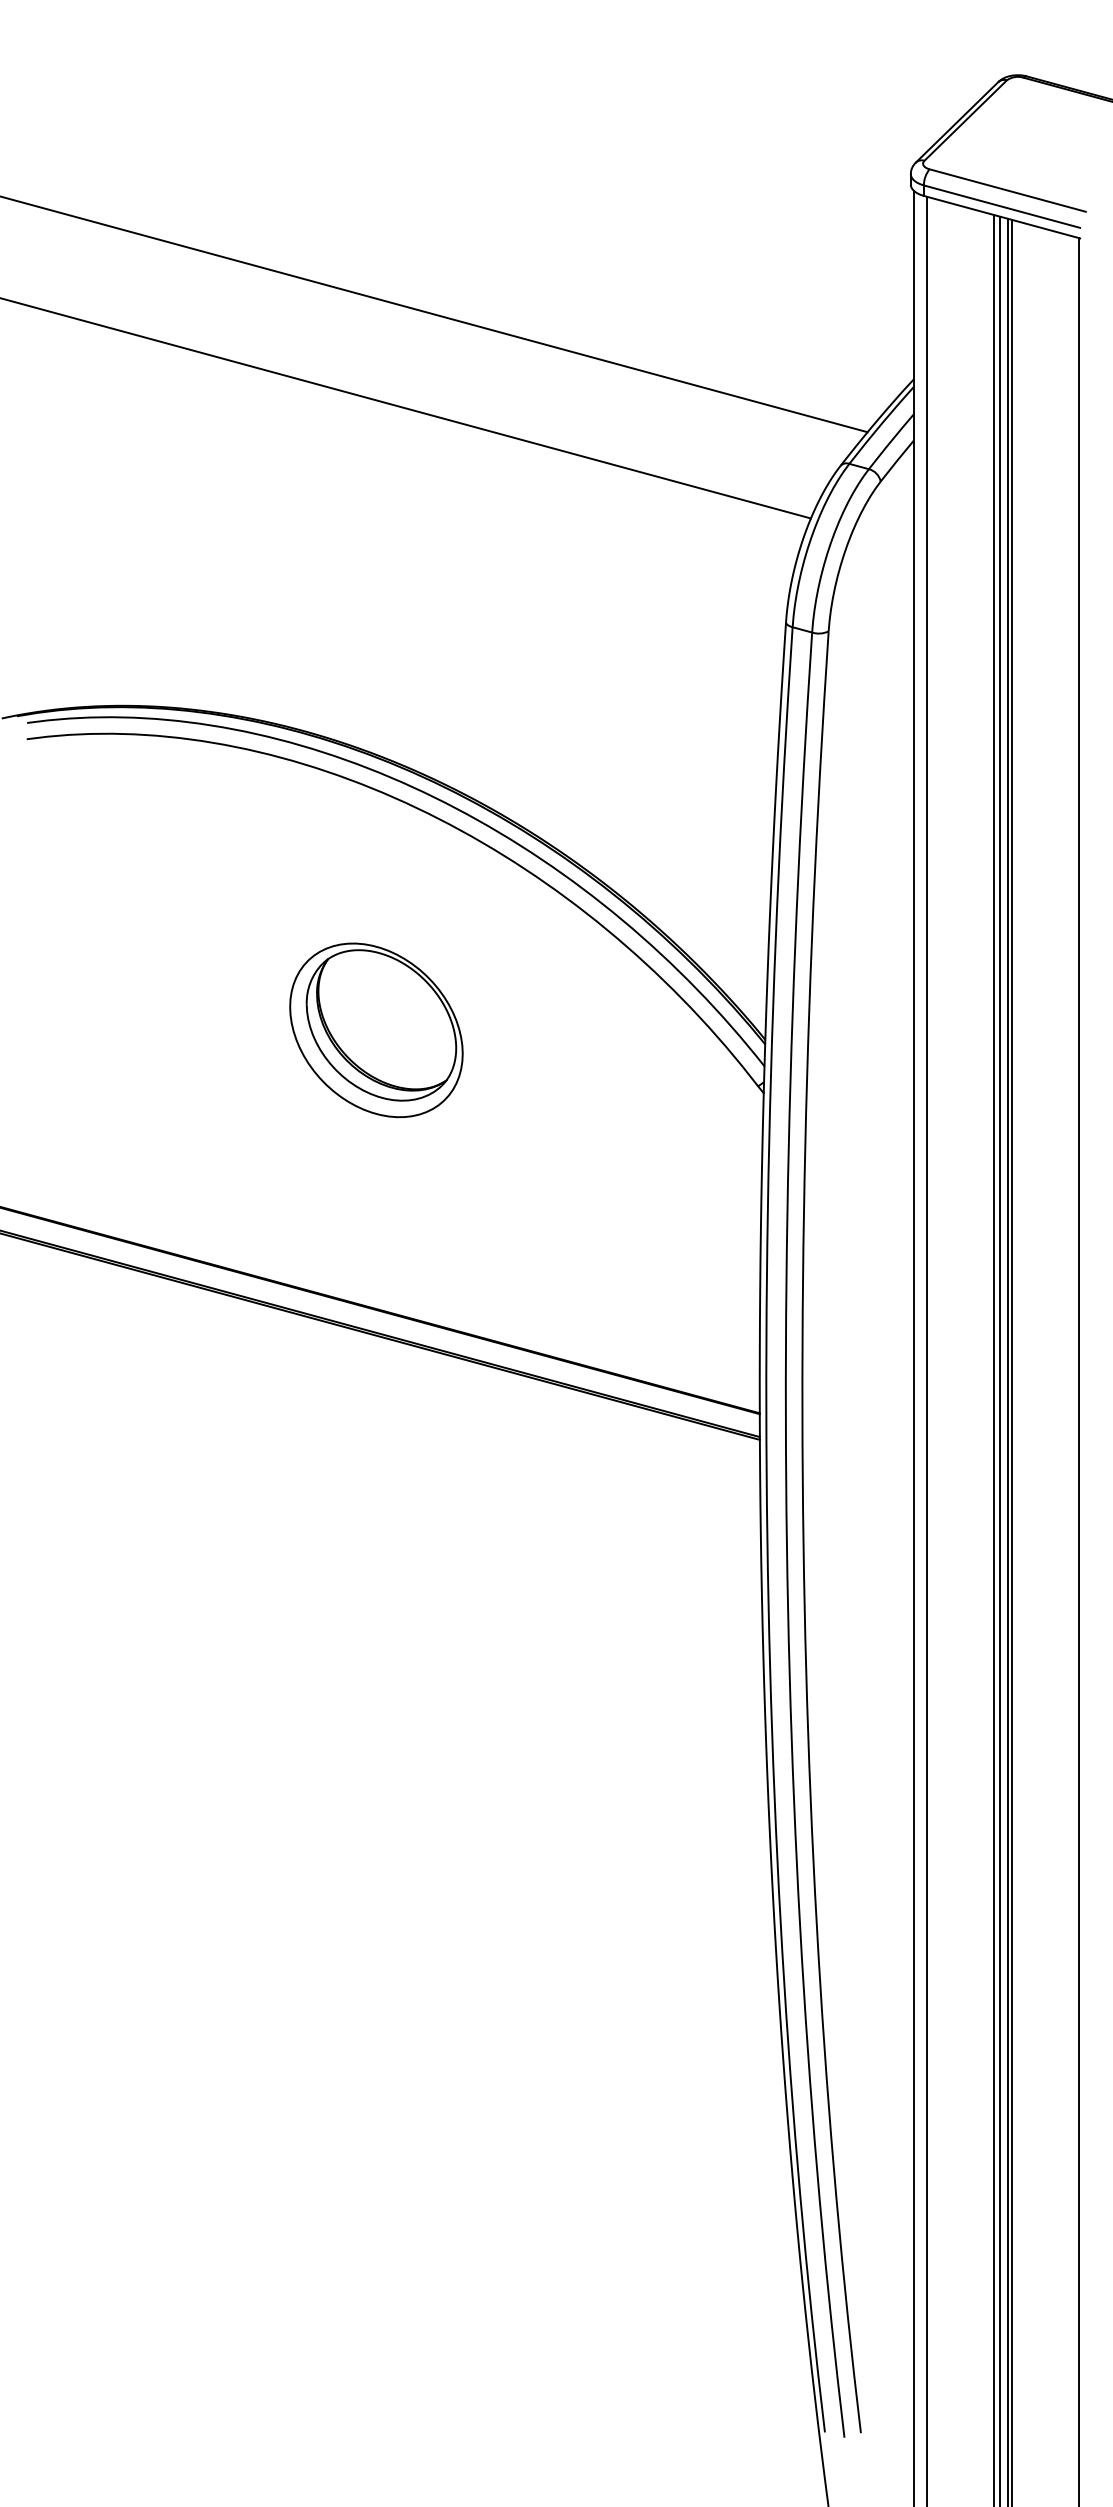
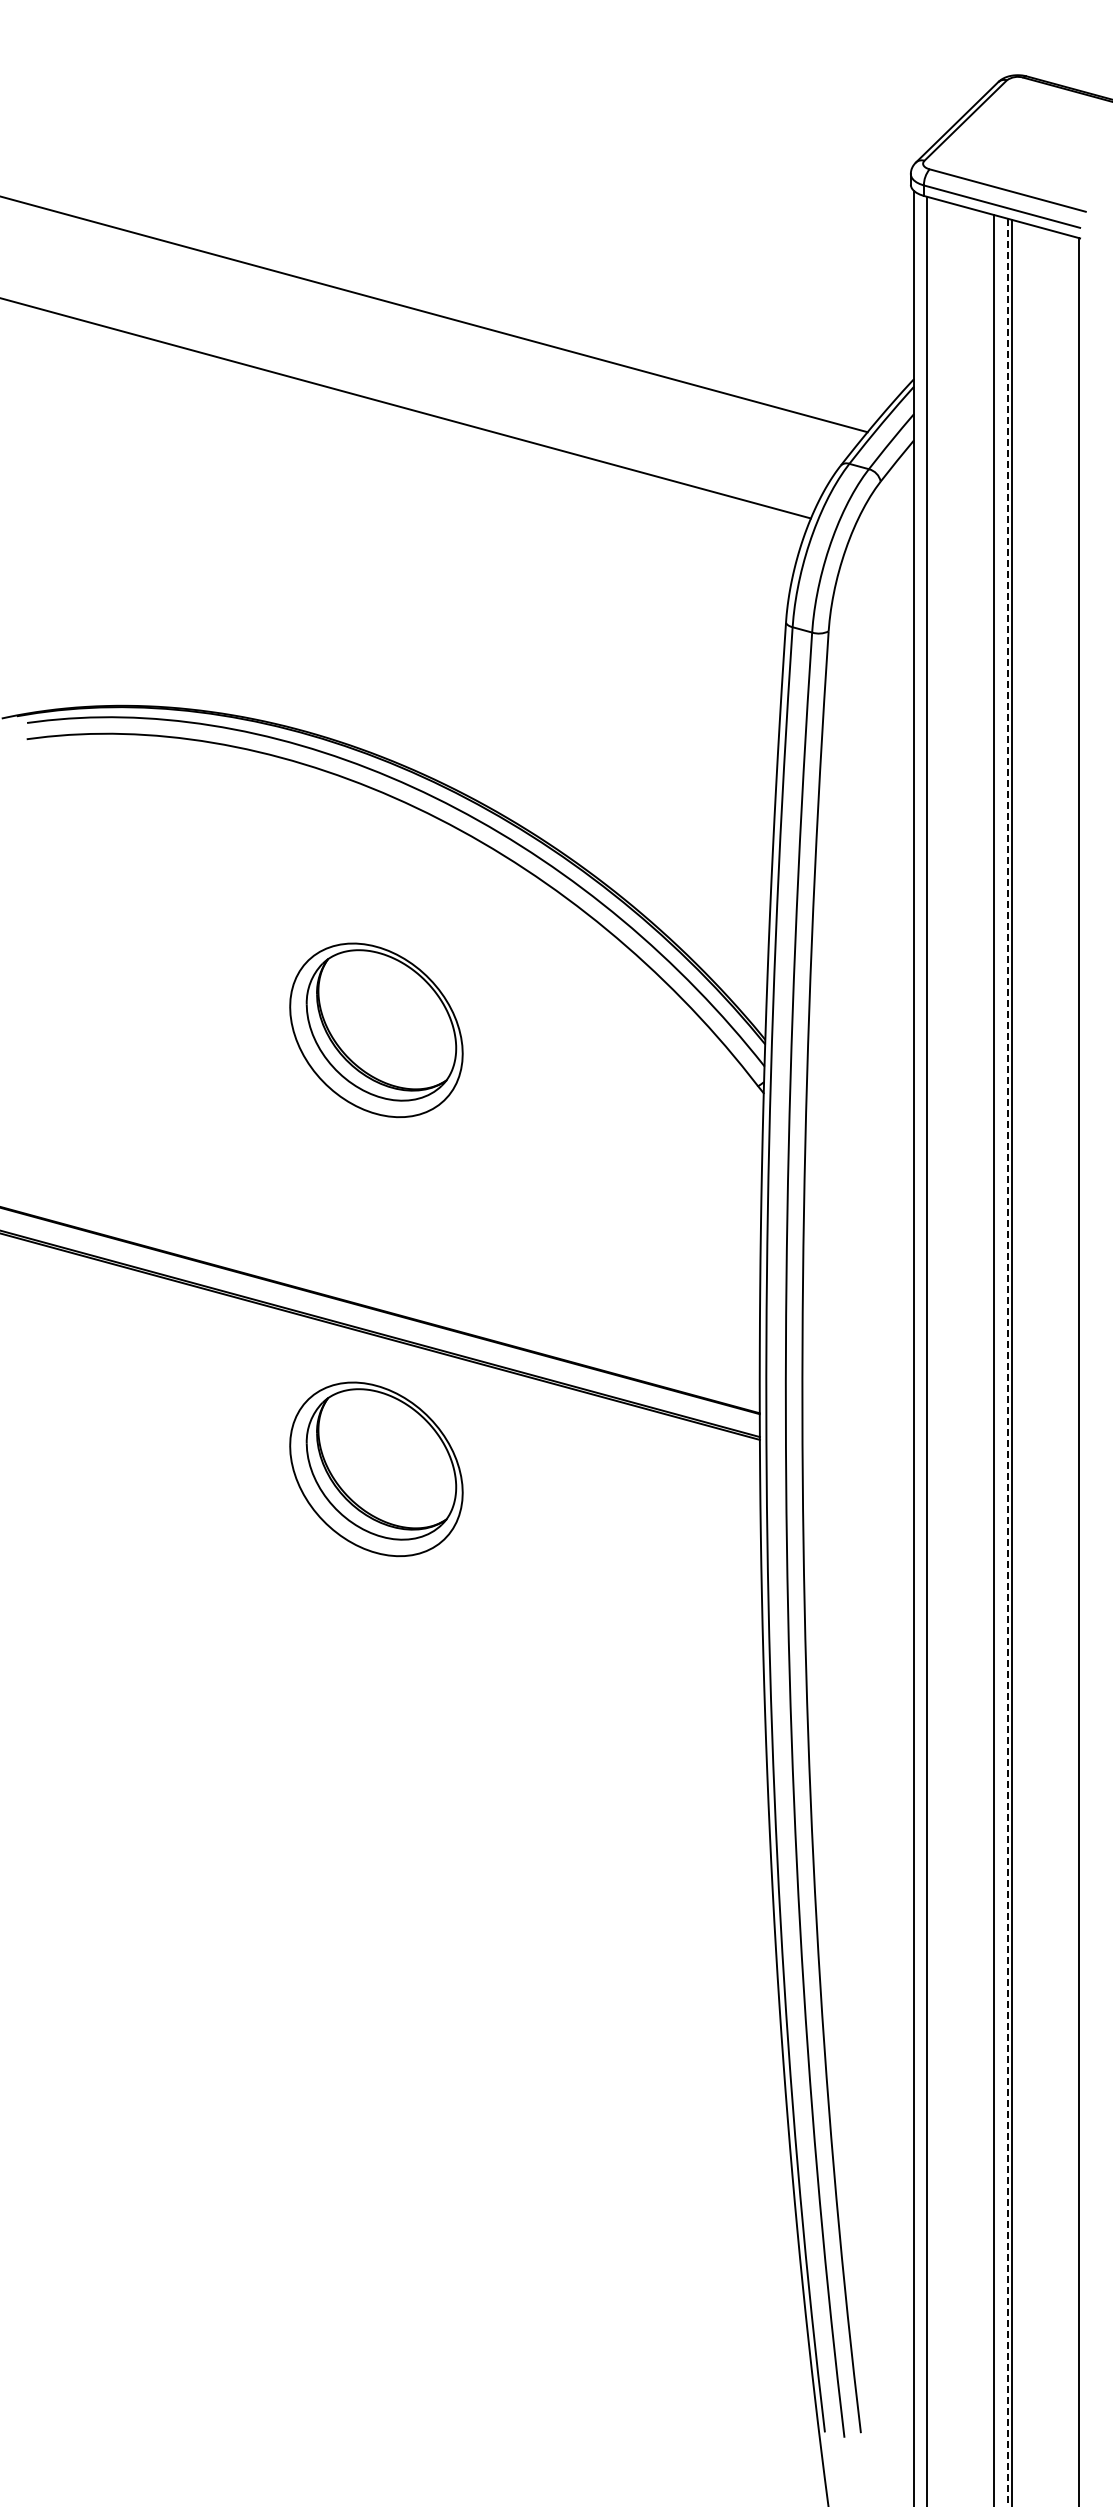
line at (999, 1359): present -> none
line at (1007, 1362): solid -> dashed
part at (376, 1469): none -> present
